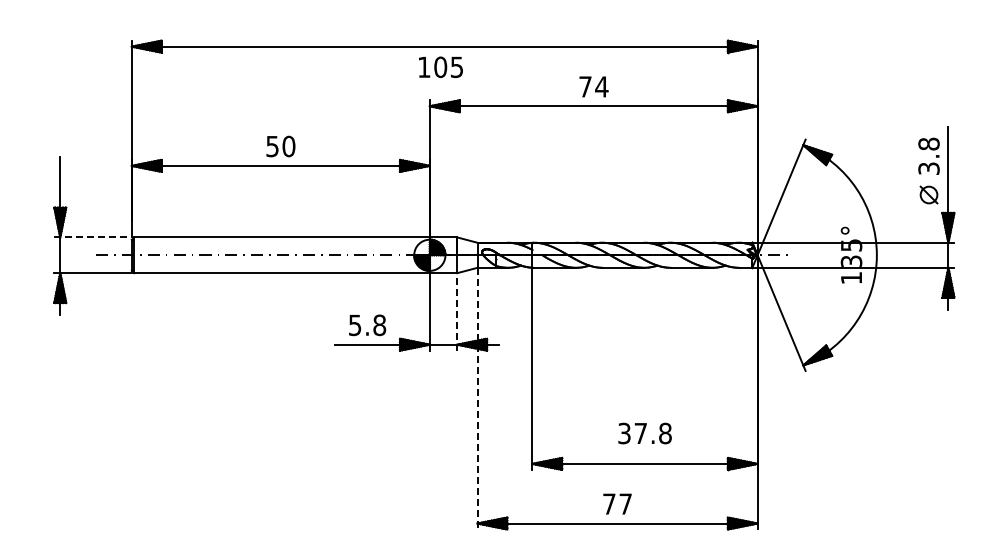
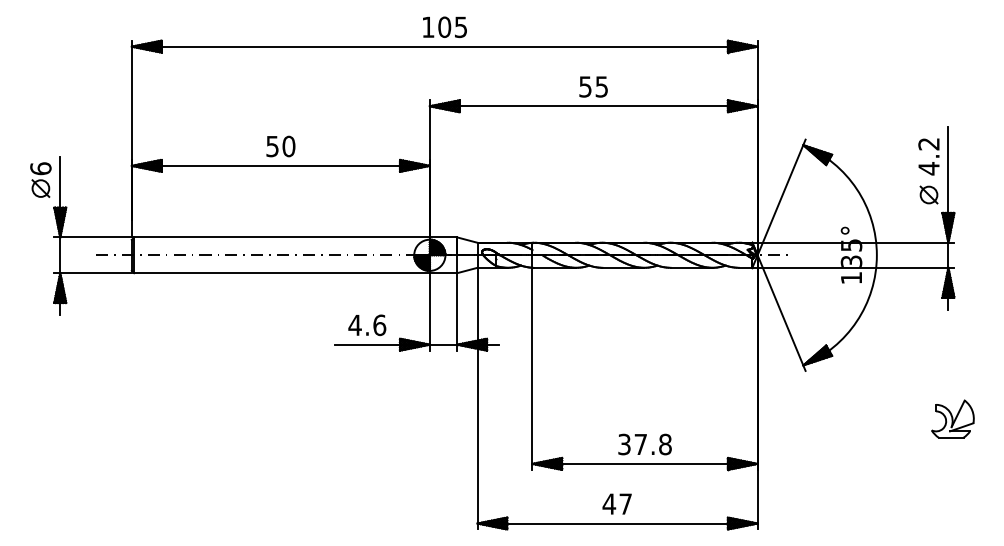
text at (440, 67) position: (440, 67) -> (444, 27)
text at (593, 86): 74 -> 55
text at (928, 156): 3.8 -> 4.2
part at (40, 179): none -> present
line at (93, 237): dashed -> solid
line at (457, 311): dashed -> solid
text at (367, 325): 5.8 -> 4.6
line at (477, 398): dashed -> solid
part at (952, 418): none -> present
text at (644, 433) position: (644, 433) -> (644, 444)
text at (609, 503): 77 -> 47
